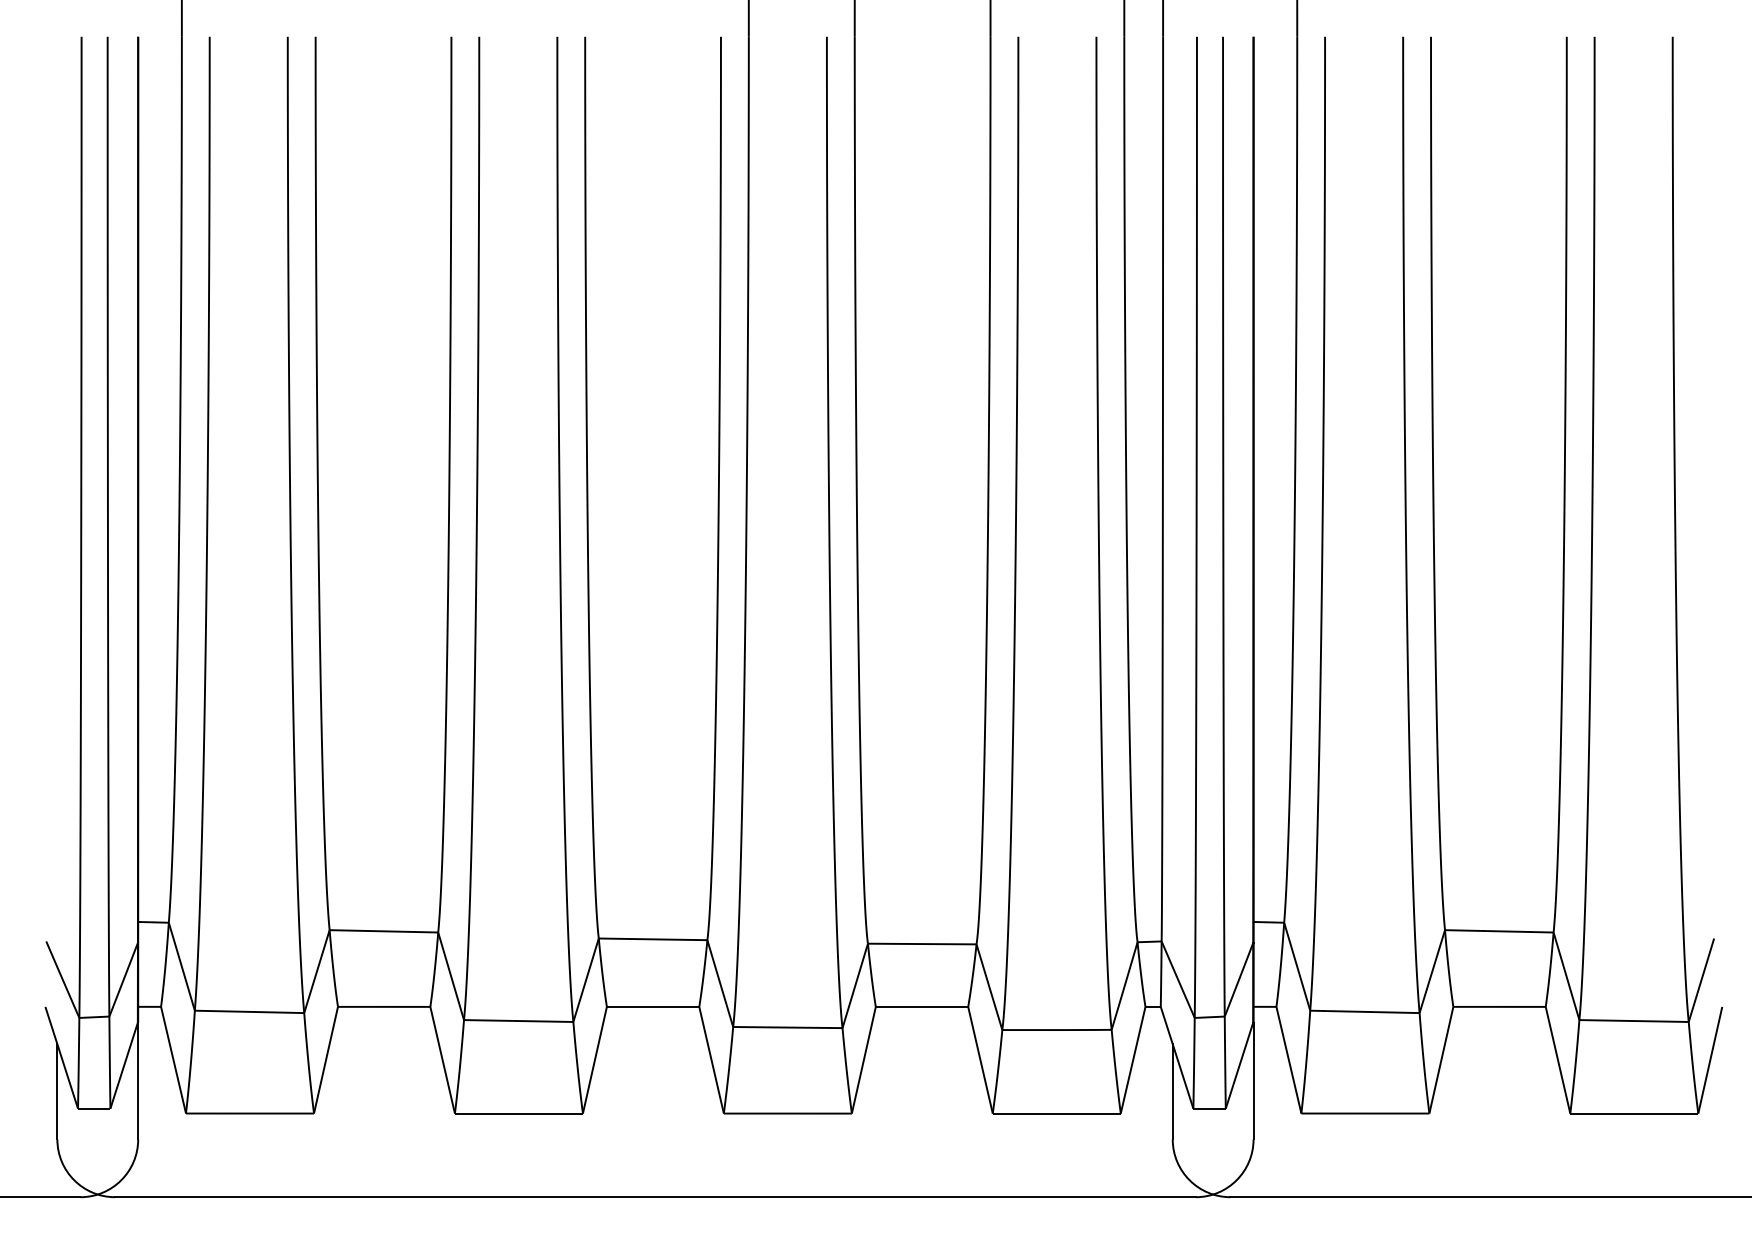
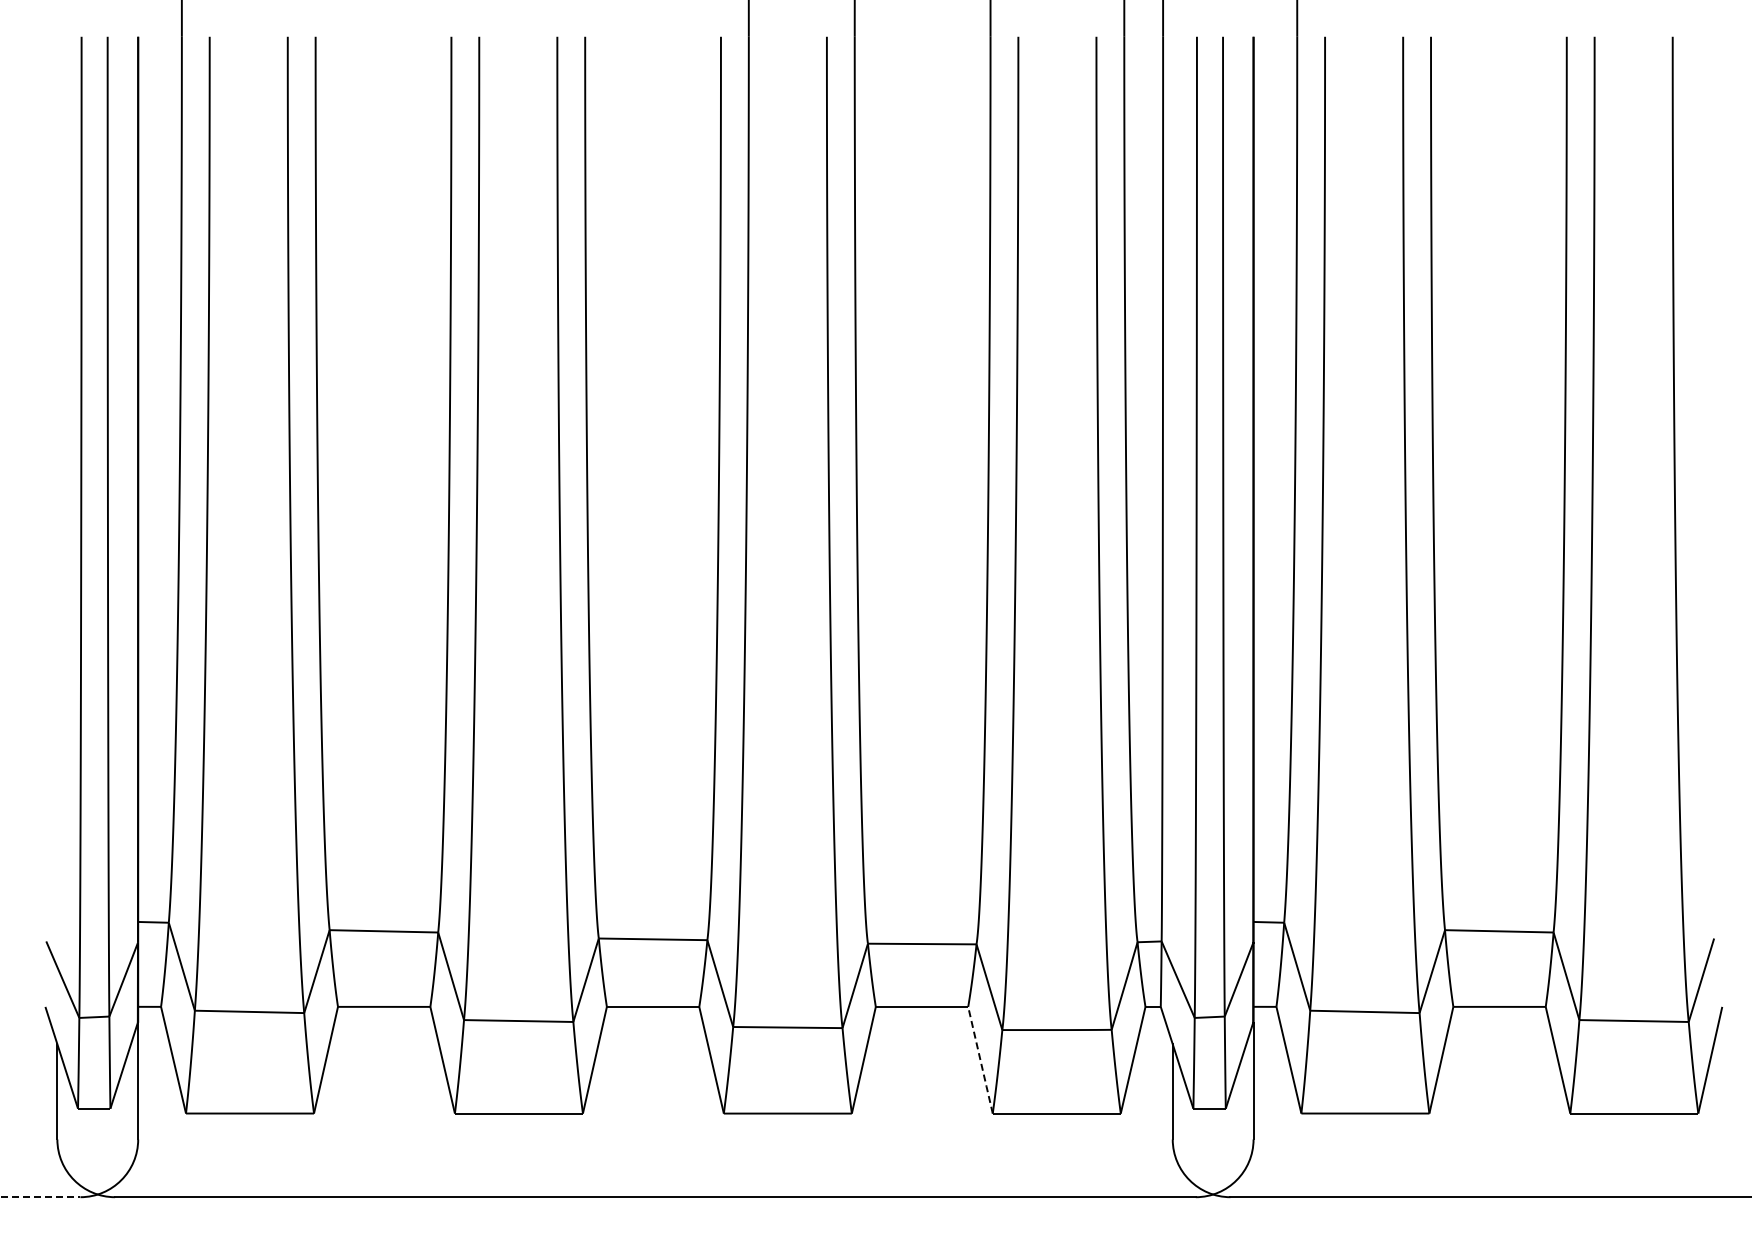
line at (980, 1060): solid -> dashed
line at (40, 1197): solid -> dashed
